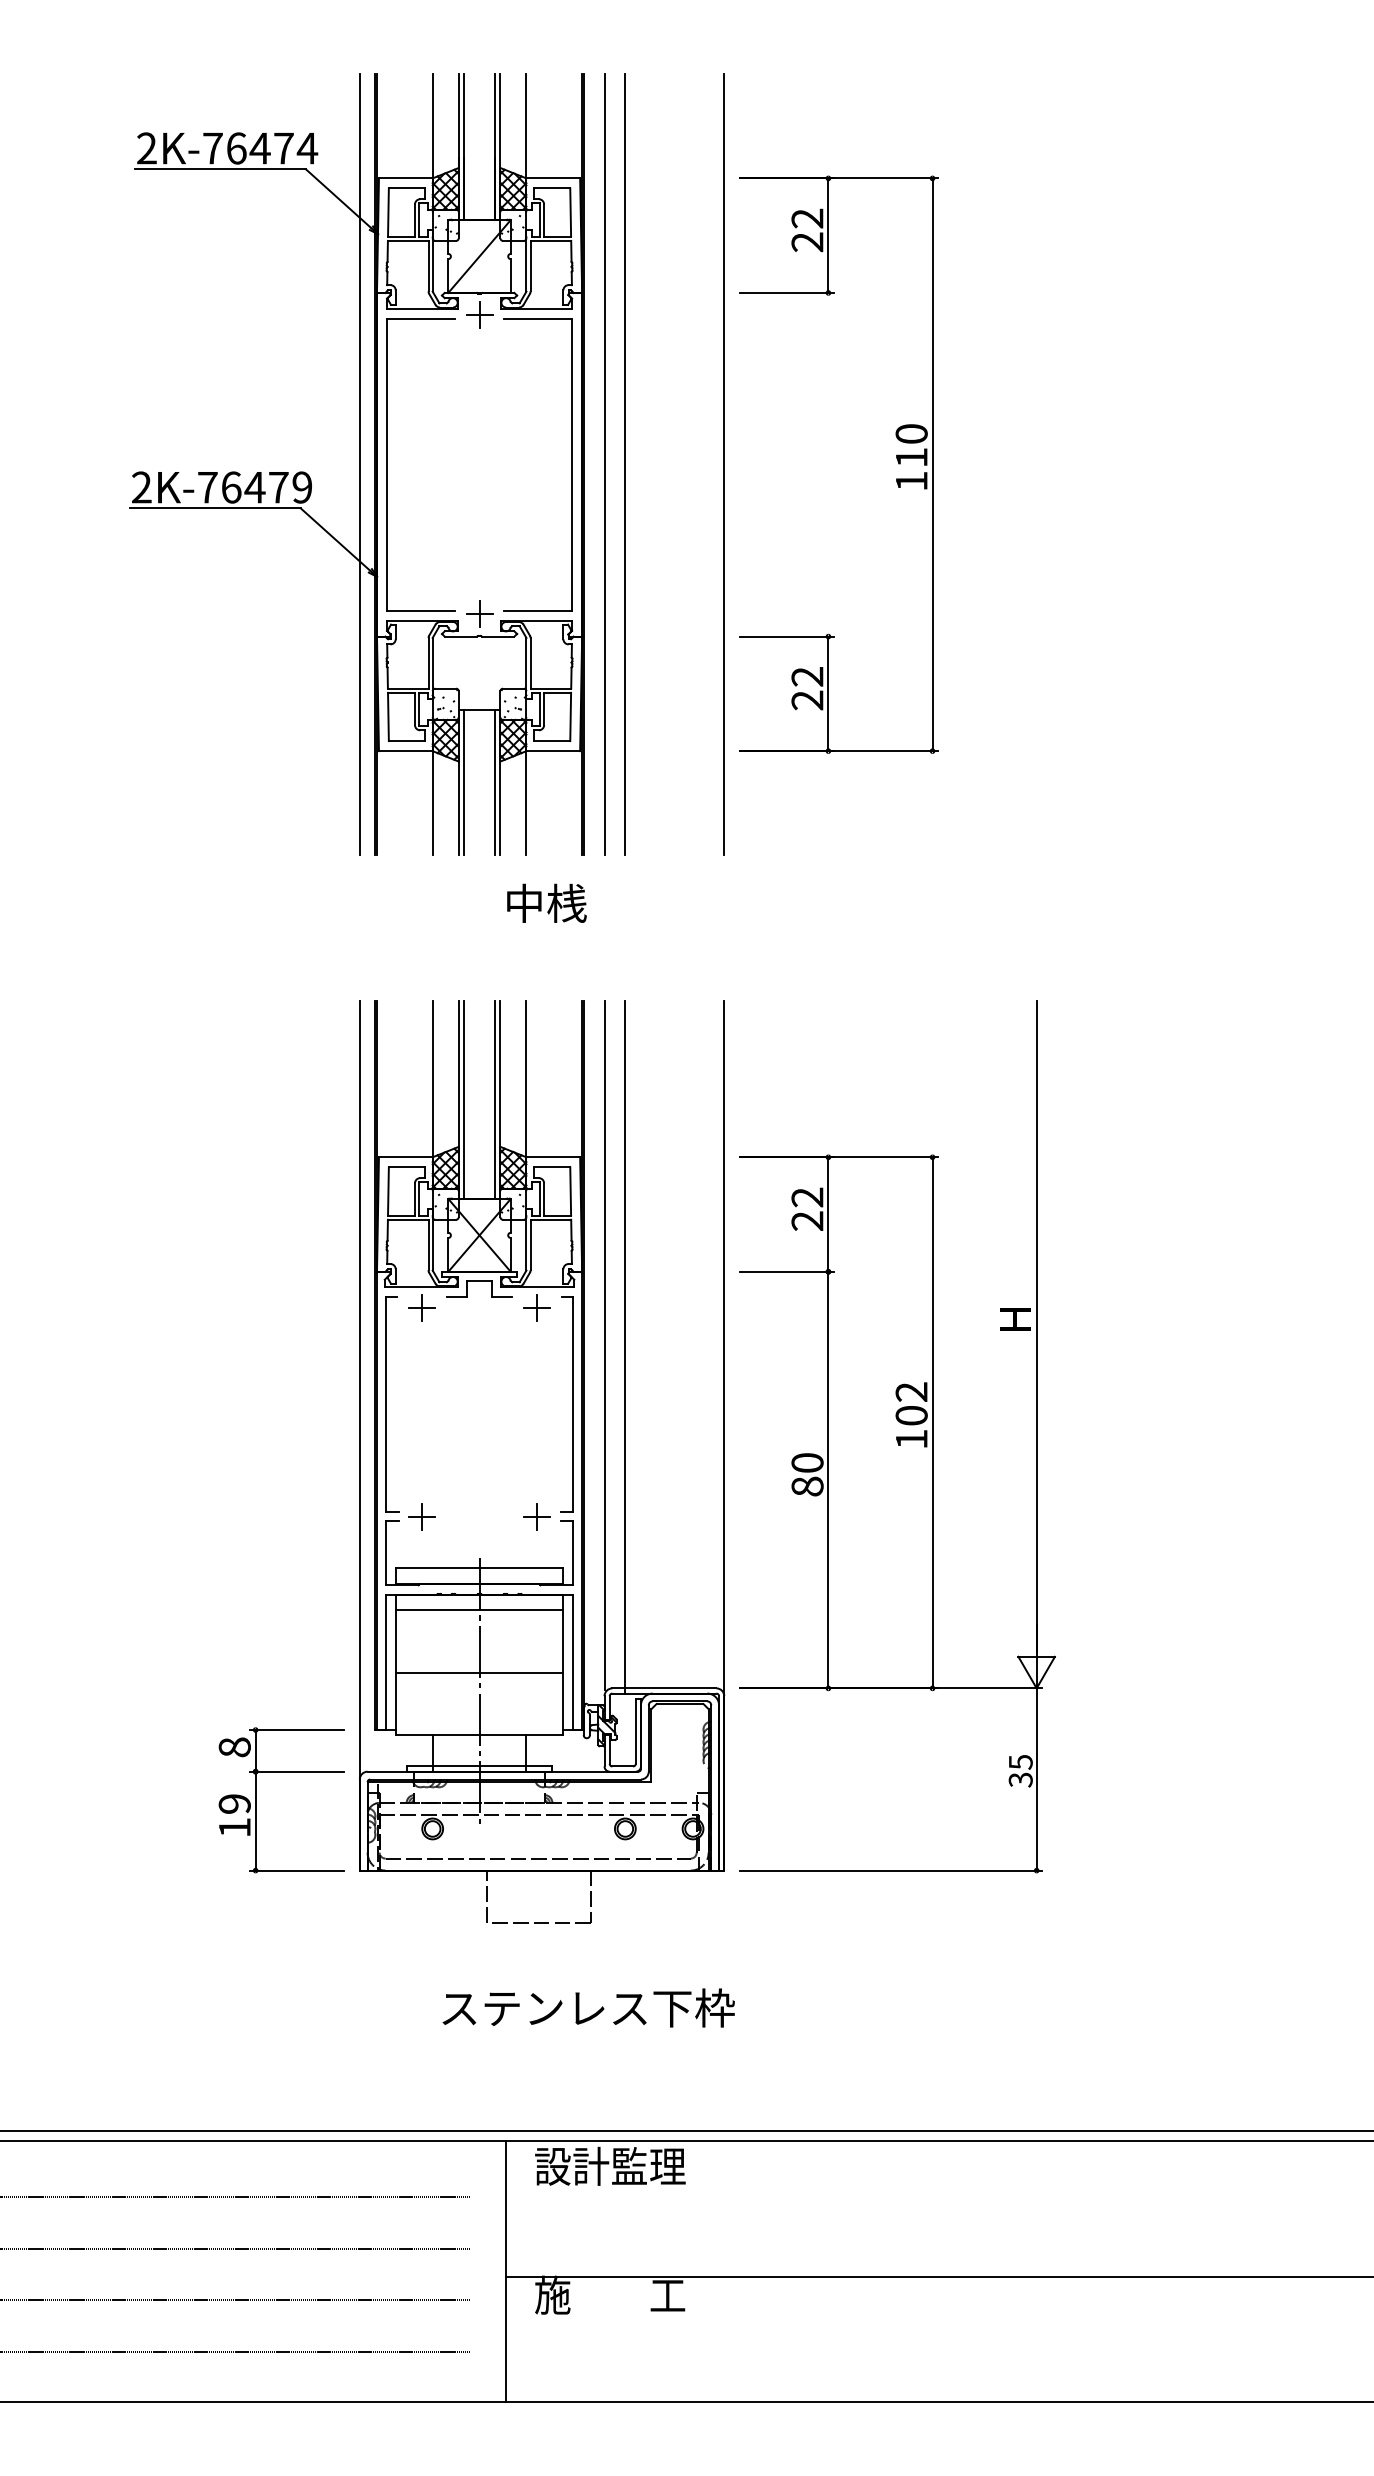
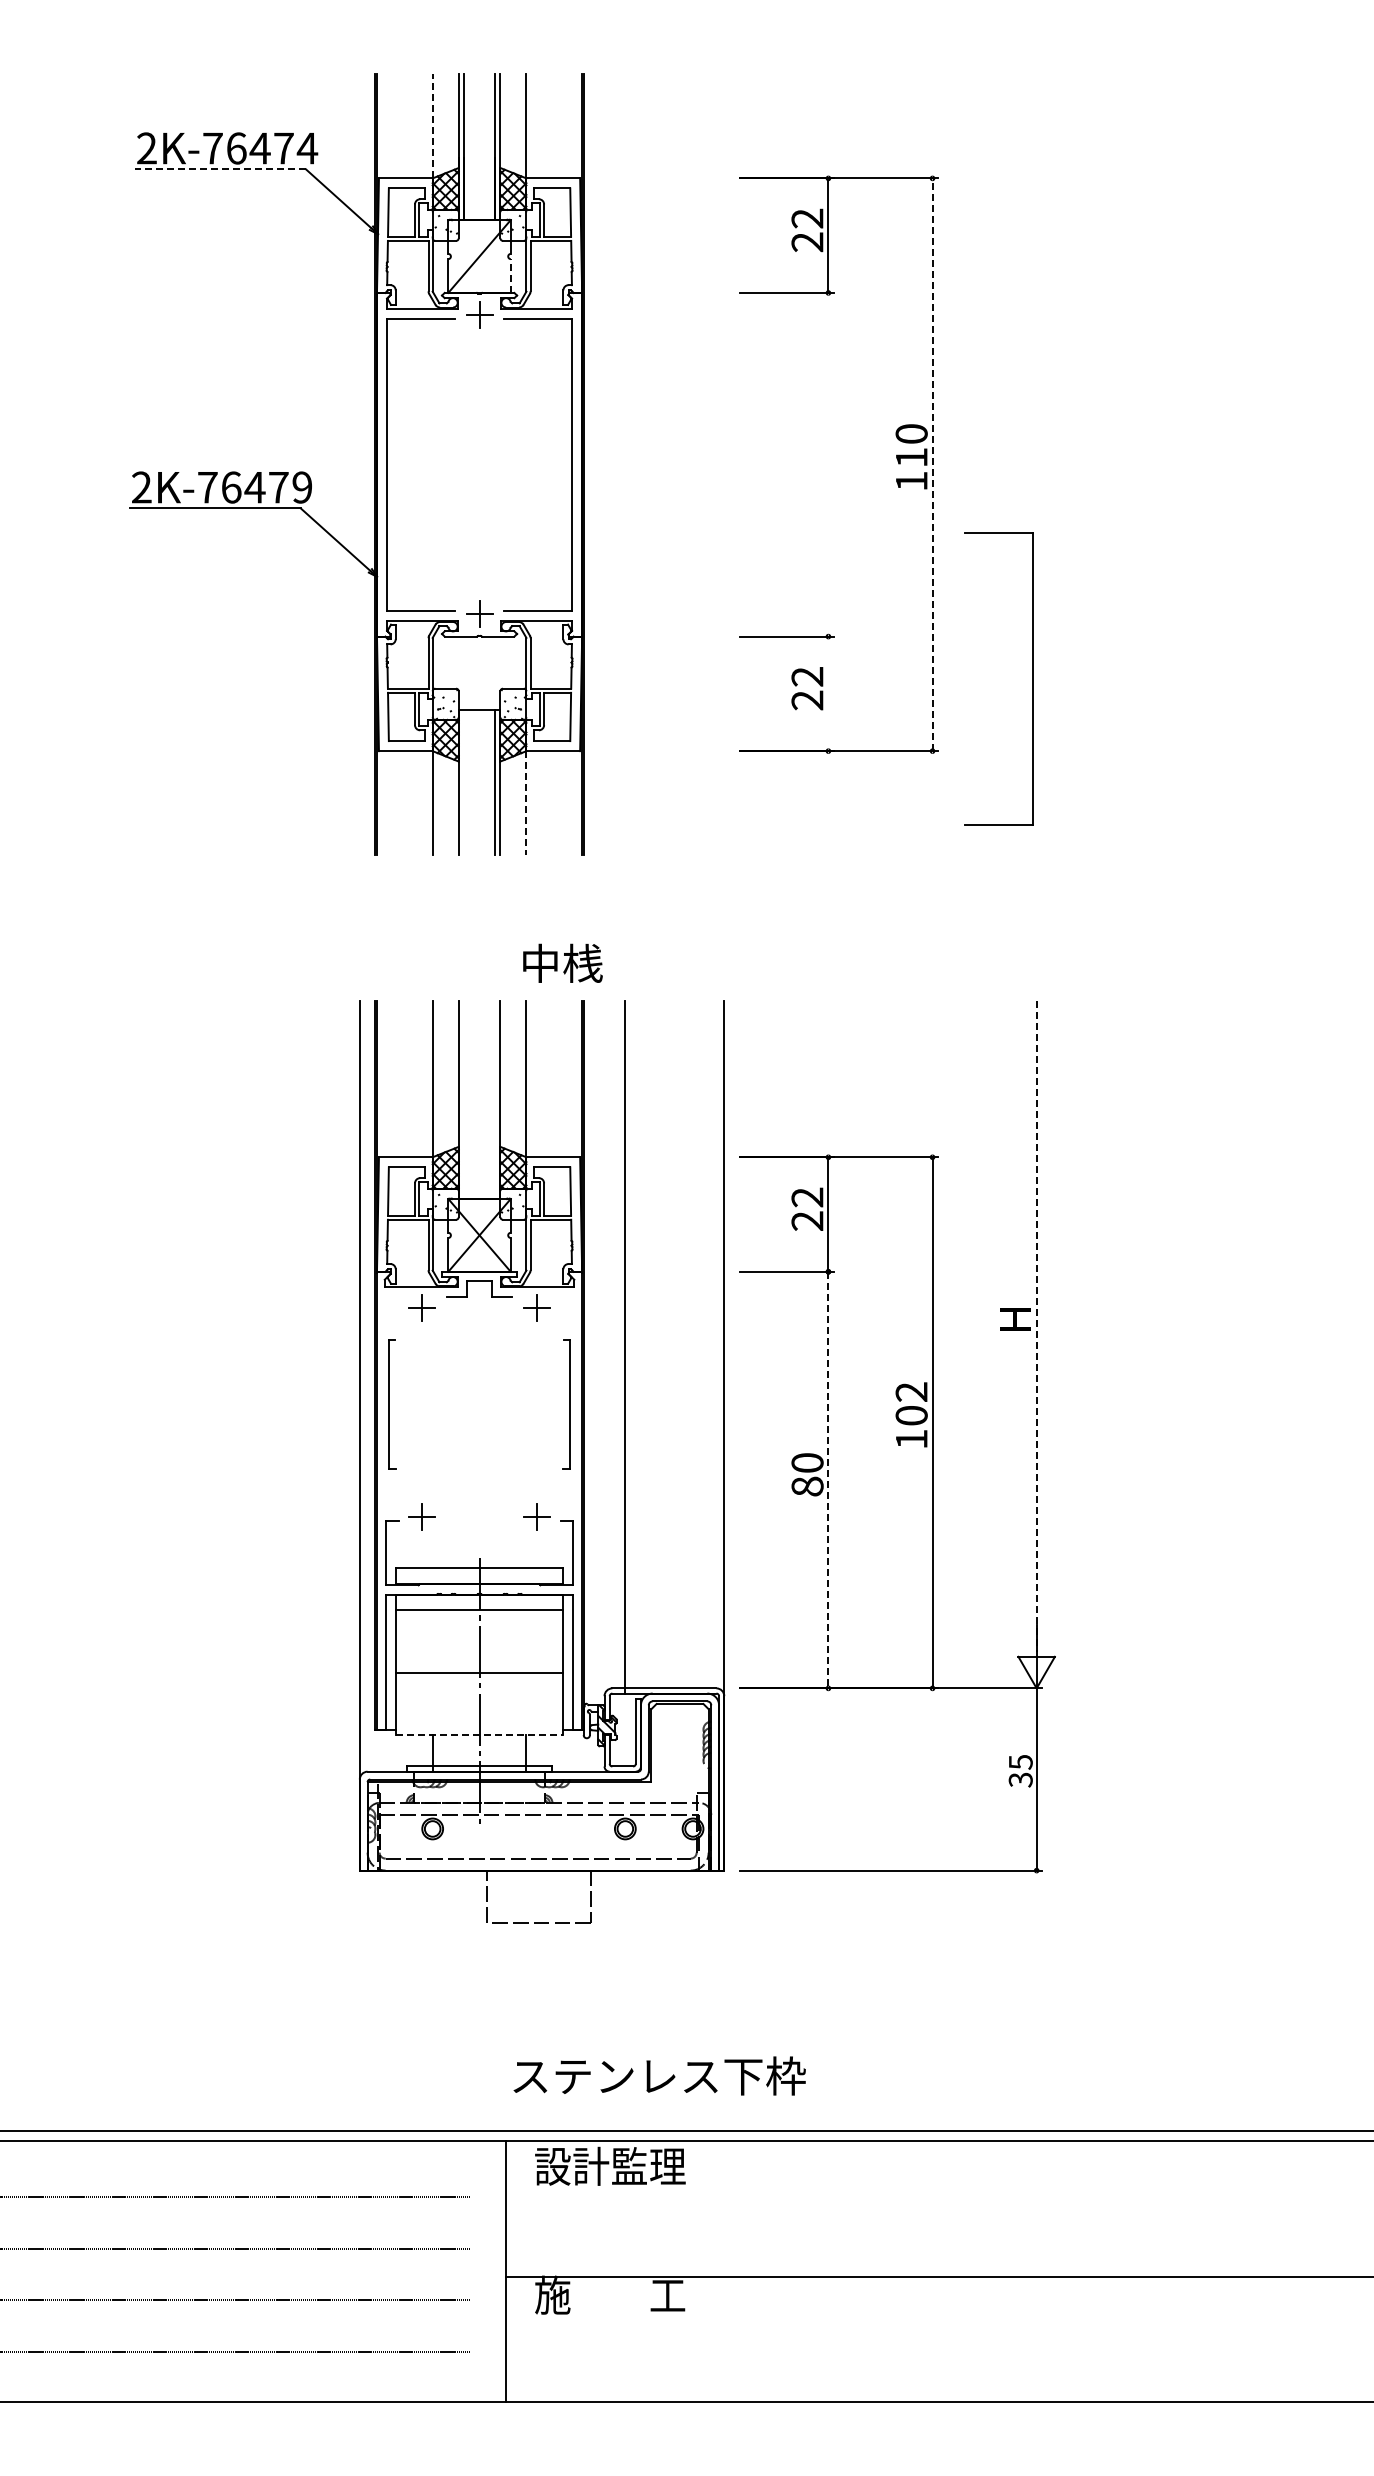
line at (432, 125): solid -> dashed
line at (220, 169): solid -> dashed
line at (510, 276): solid -> dashed
line at (359, 464): present -> none
line at (604, 464): present -> none
line at (624, 464): present -> none
line at (724, 464): present -> none
line at (932, 464): solid -> dashed
part at (1032, 678): none -> present
line at (828, 693): present -> none
line at (463, 782): present -> none
line at (526, 803): solid -> dashed
text at (546, 902) position: (546, 902) -> (562, 962)
line at (463, 1099): present -> none
line at (495, 1099): present -> none
line at (1036, 1327): solid -> dashed
line at (604, 1345): present -> none
part at (392, 1404) size: 15x217 px -> 9x131 px
part at (566, 1404) size: 14x217 px -> 9x131 px
line at (828, 1480): solid -> dashed
line at (480, 1735): solid -> dashed
part at (256, 1800): present -> none
text at (588, 2007) position: (588, 2007) -> (659, 2075)
